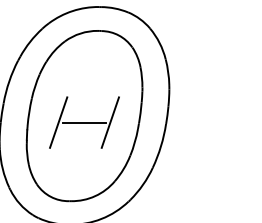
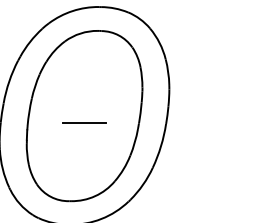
line at (58, 122): present -> none
line at (110, 122): present -> none
